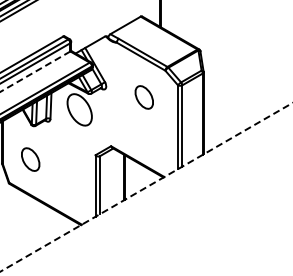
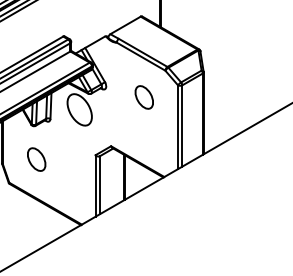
line at (34, 71): dashed -> solid
part at (30, 159) position: (30, 159) -> (36, 159)
line at (146, 187): dashed -> solid
